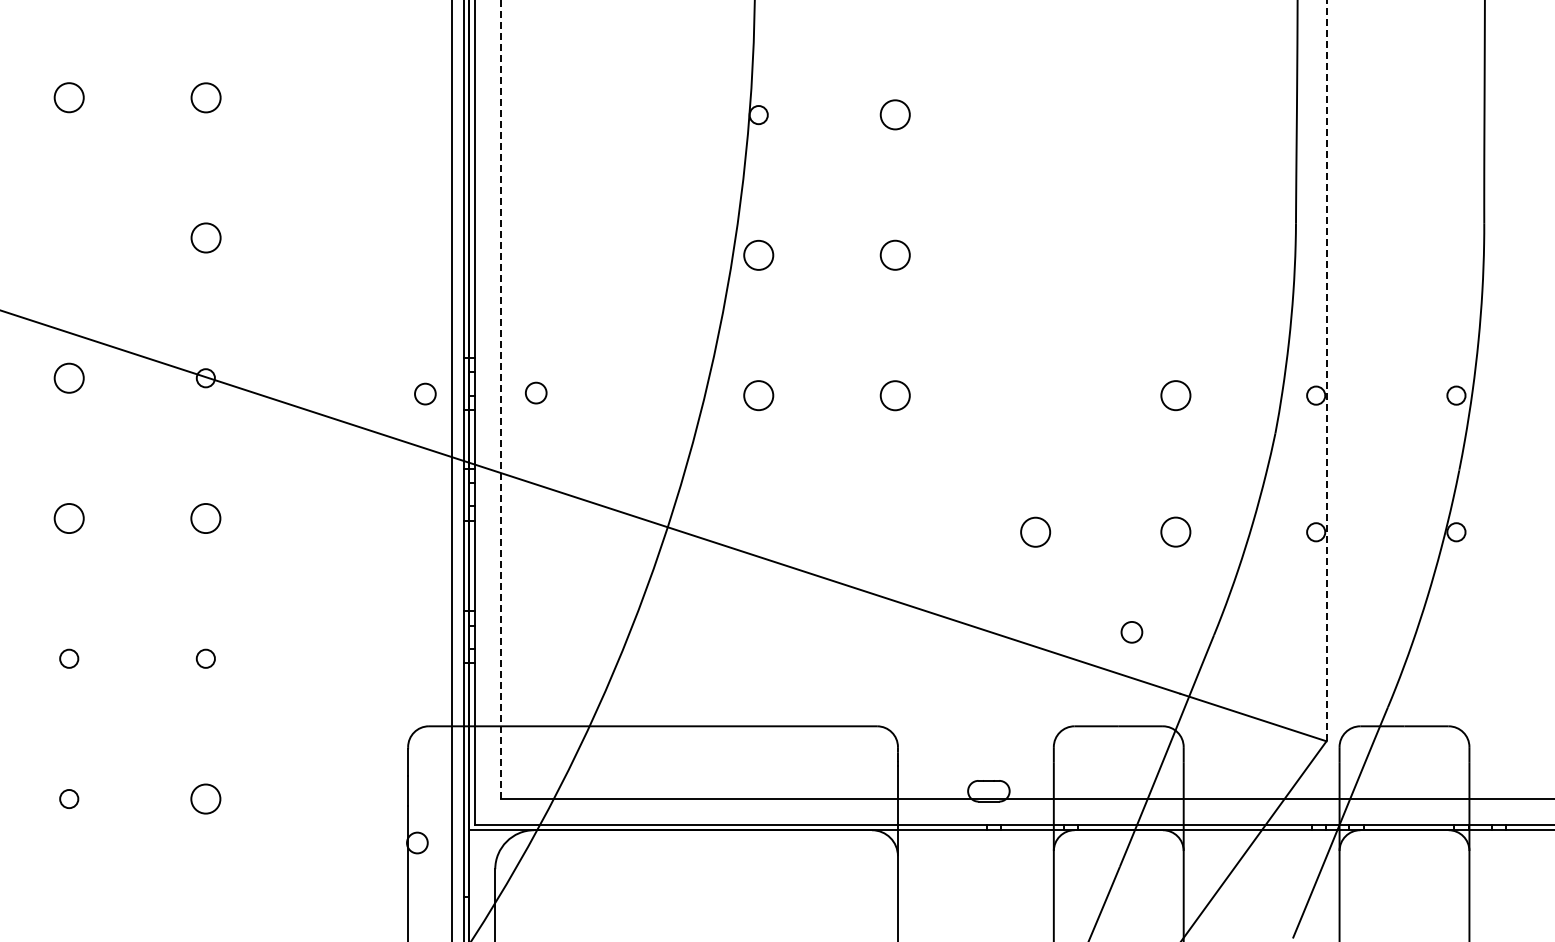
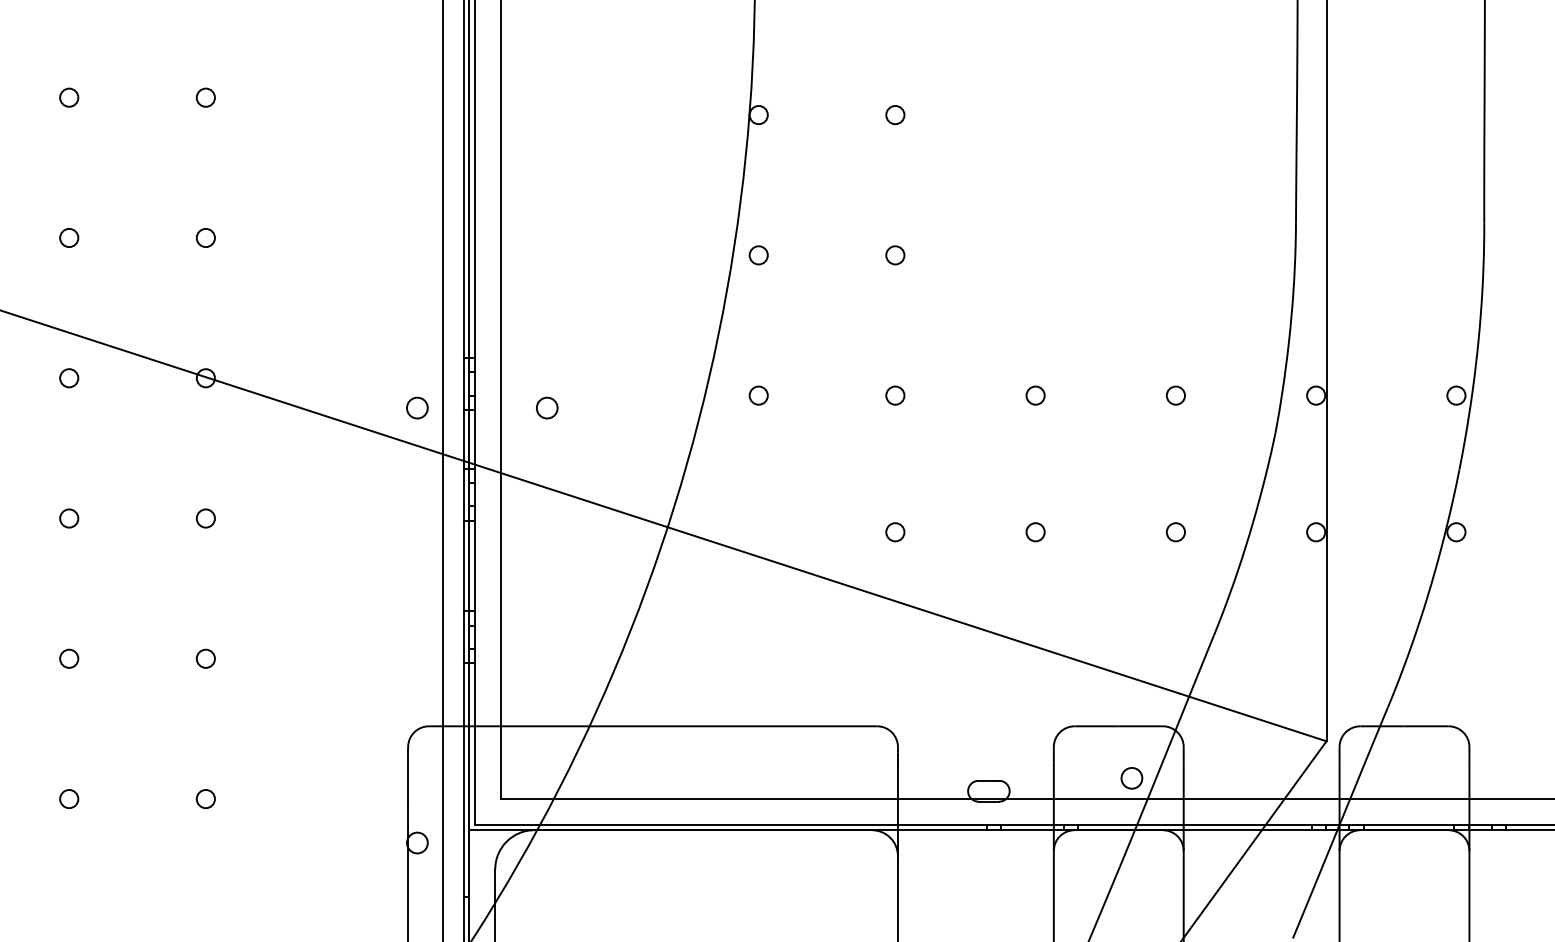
circle at (68, 97) diameter: 29 px -> 18 px
circle at (205, 97) size: 32x32 px -> 21x21 px
circle at (894, 114) size: 32x32 px -> 21x21 px
circle at (69, 237): none -> present
circle at (205, 237) size: 32x32 px -> 21x20 px
circle at (758, 254) diameter: 29 px -> 18 px
circle at (894, 254) size: 32x32 px -> 21x21 px
line at (1326, 370): dashed -> solid
circle at (68, 377) diameter: 29 px -> 18 px
circle at (536, 392) position: (536, 392) -> (547, 407)
circle at (425, 393) position: (425, 393) -> (417, 407)
circle at (758, 395) diameter: 29 px -> 18 px
circle at (894, 395) size: 32x32 px -> 21x21 px
circle at (1035, 395): none -> present
circle at (1175, 395) diameter: 29 px -> 18 px
line at (500, 399): dashed -> solid
line at (452, 470) position: (452, 470) -> (443, 470)
circle at (68, 518) diameter: 29 px -> 18 px
circle at (205, 518) diameter: 29 px -> 18 px
circle at (1035, 531) diameter: 29 px -> 18 px
circle at (1175, 531) size: 32x32 px -> 20x21 px
circle at (895, 532): none -> present
circle at (1131, 632) position: (1131, 632) -> (1131, 778)
circle at (205, 798) diameter: 29 px -> 18 px
